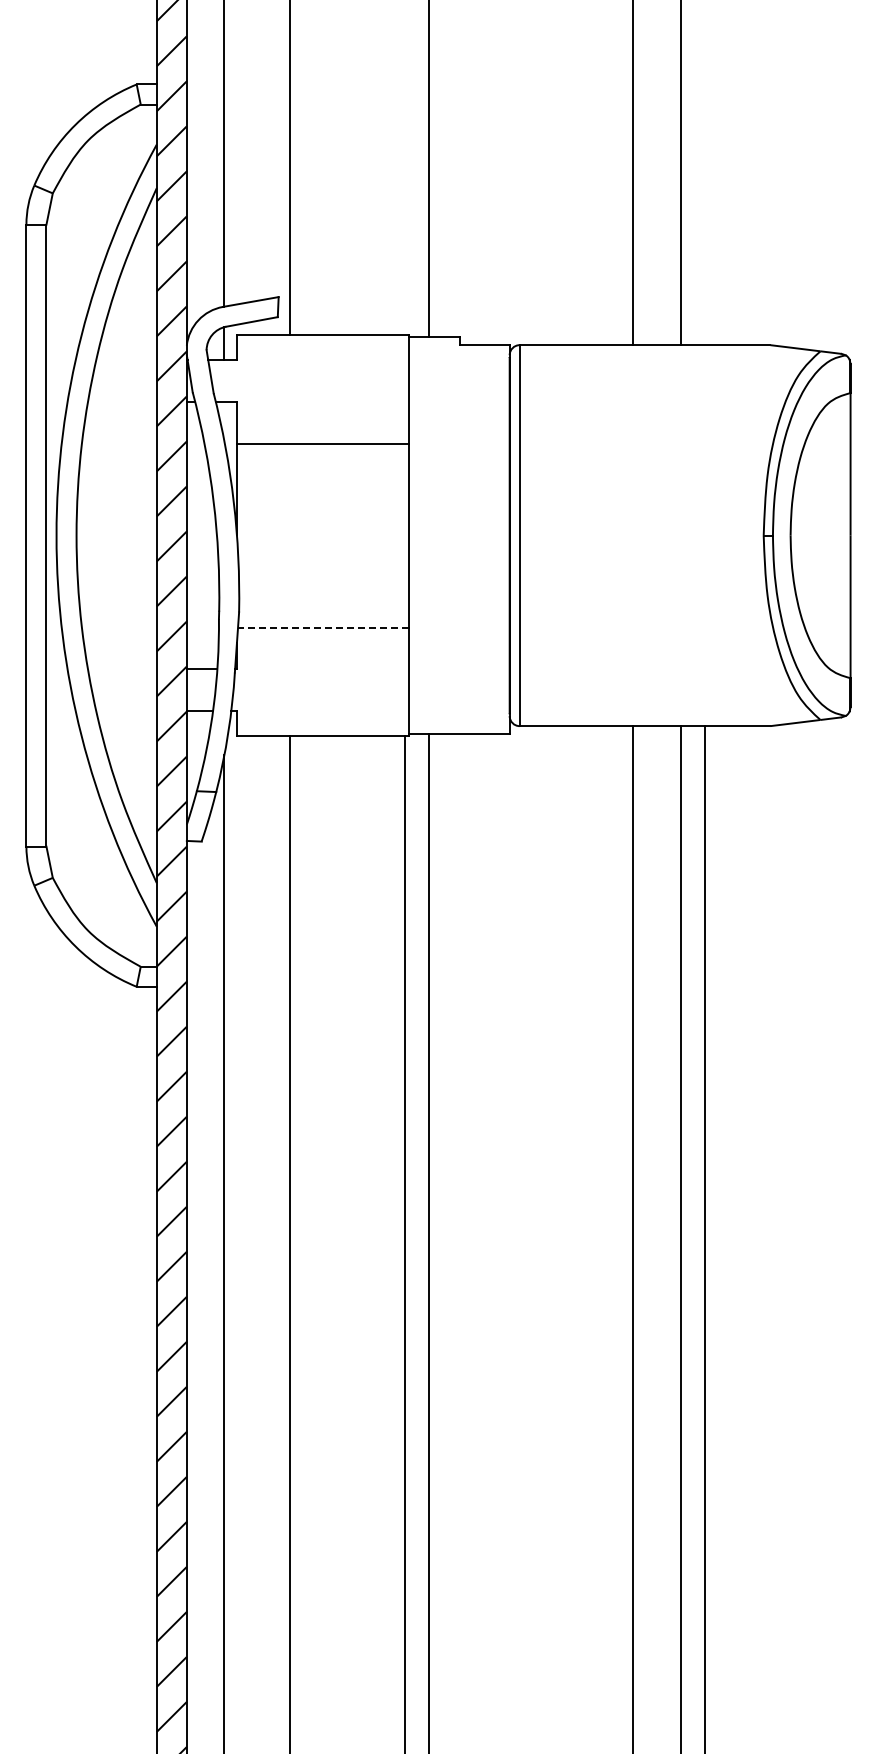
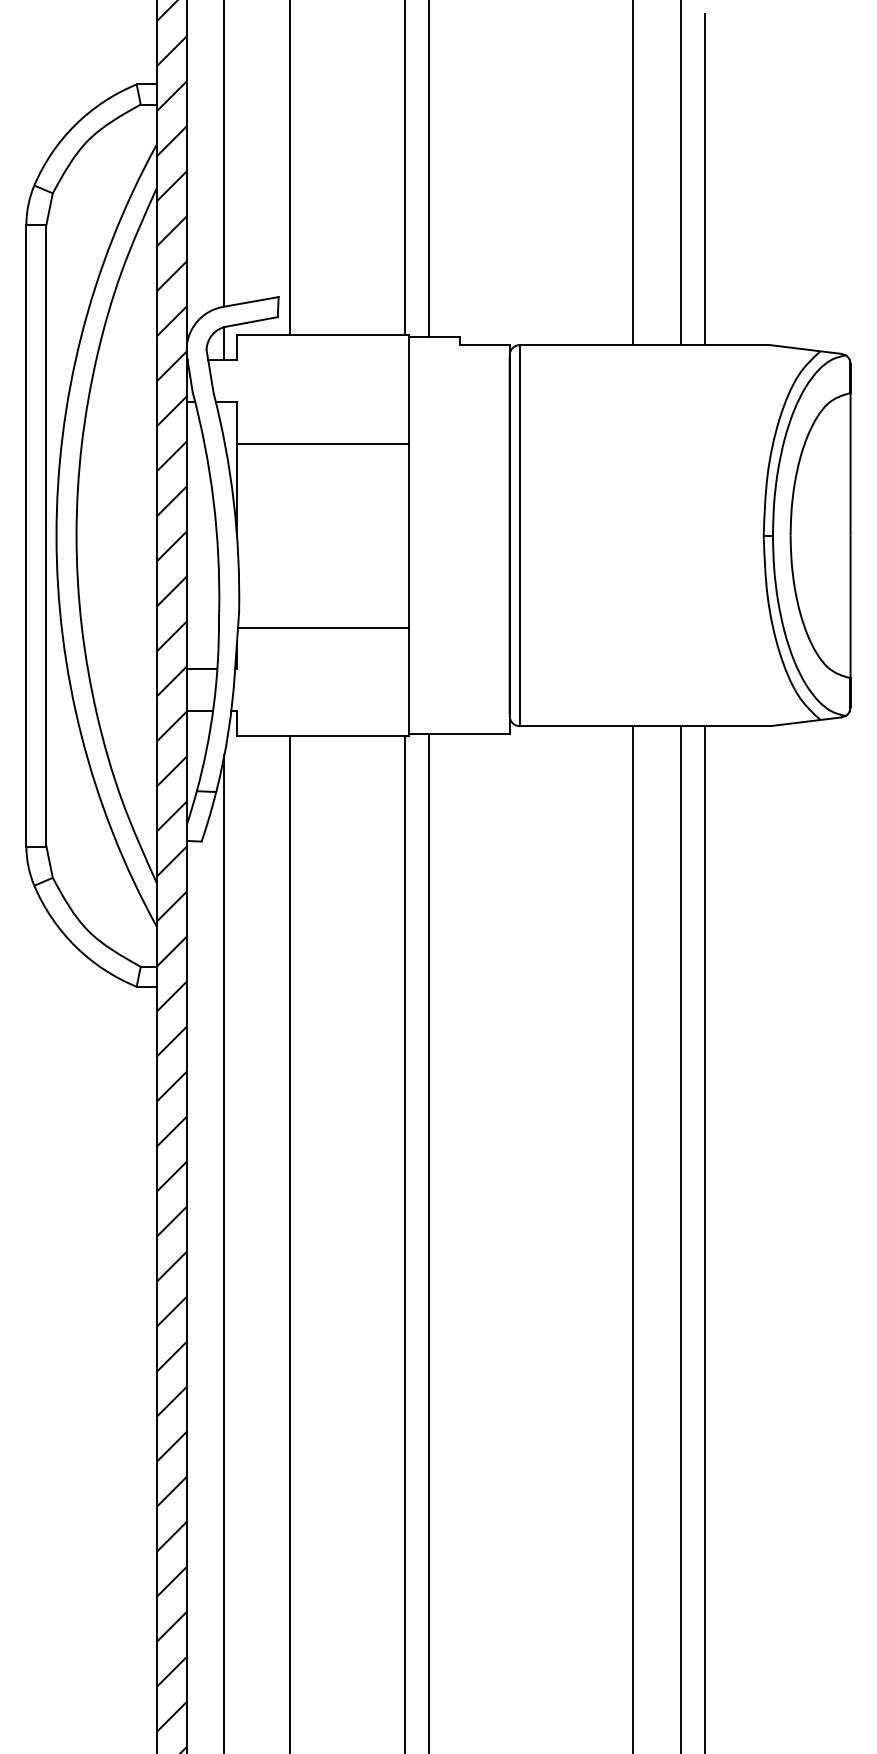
line at (405, 168): none -> present
line at (705, 179): none -> present
line at (323, 627): dashed -> solid
